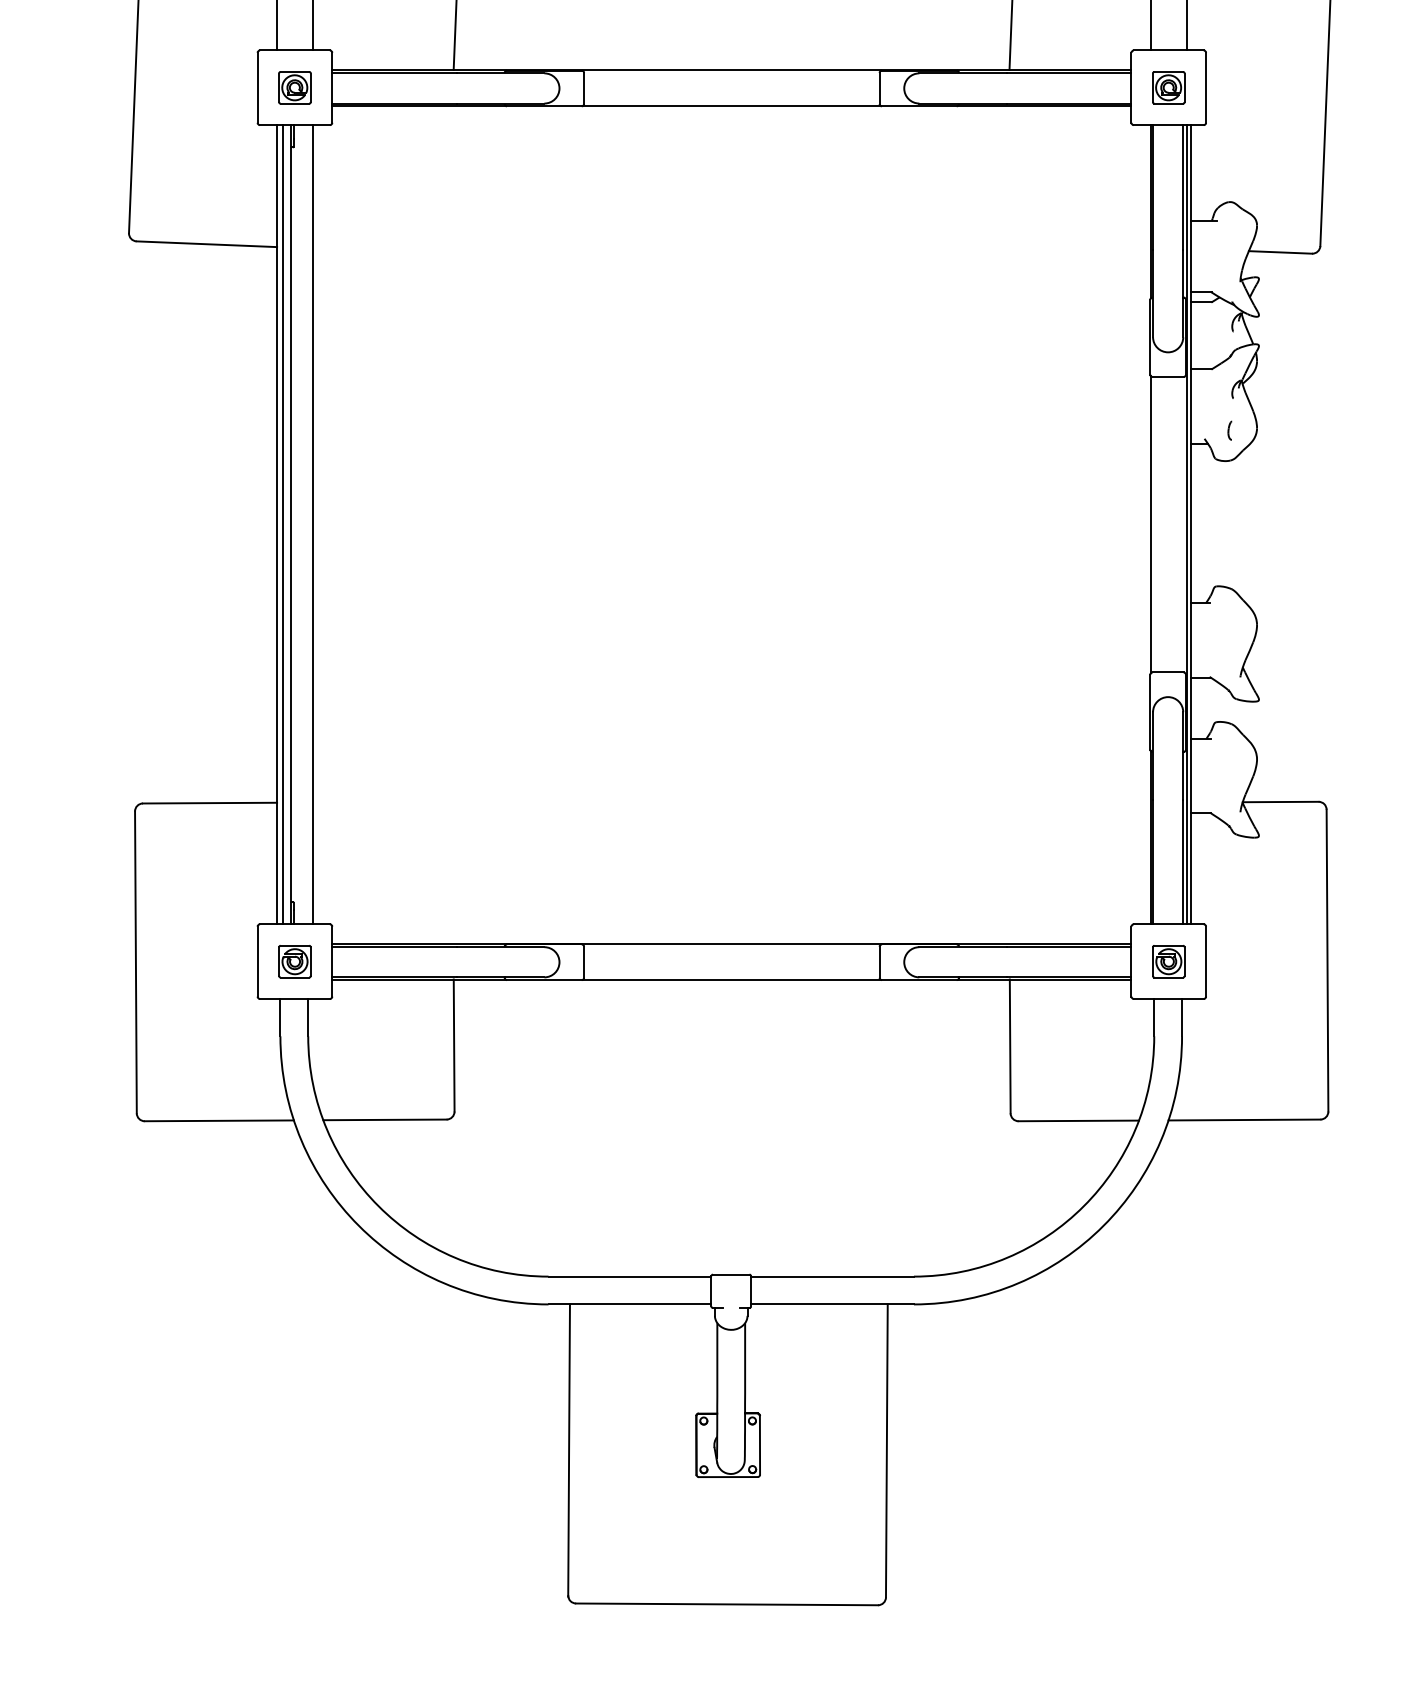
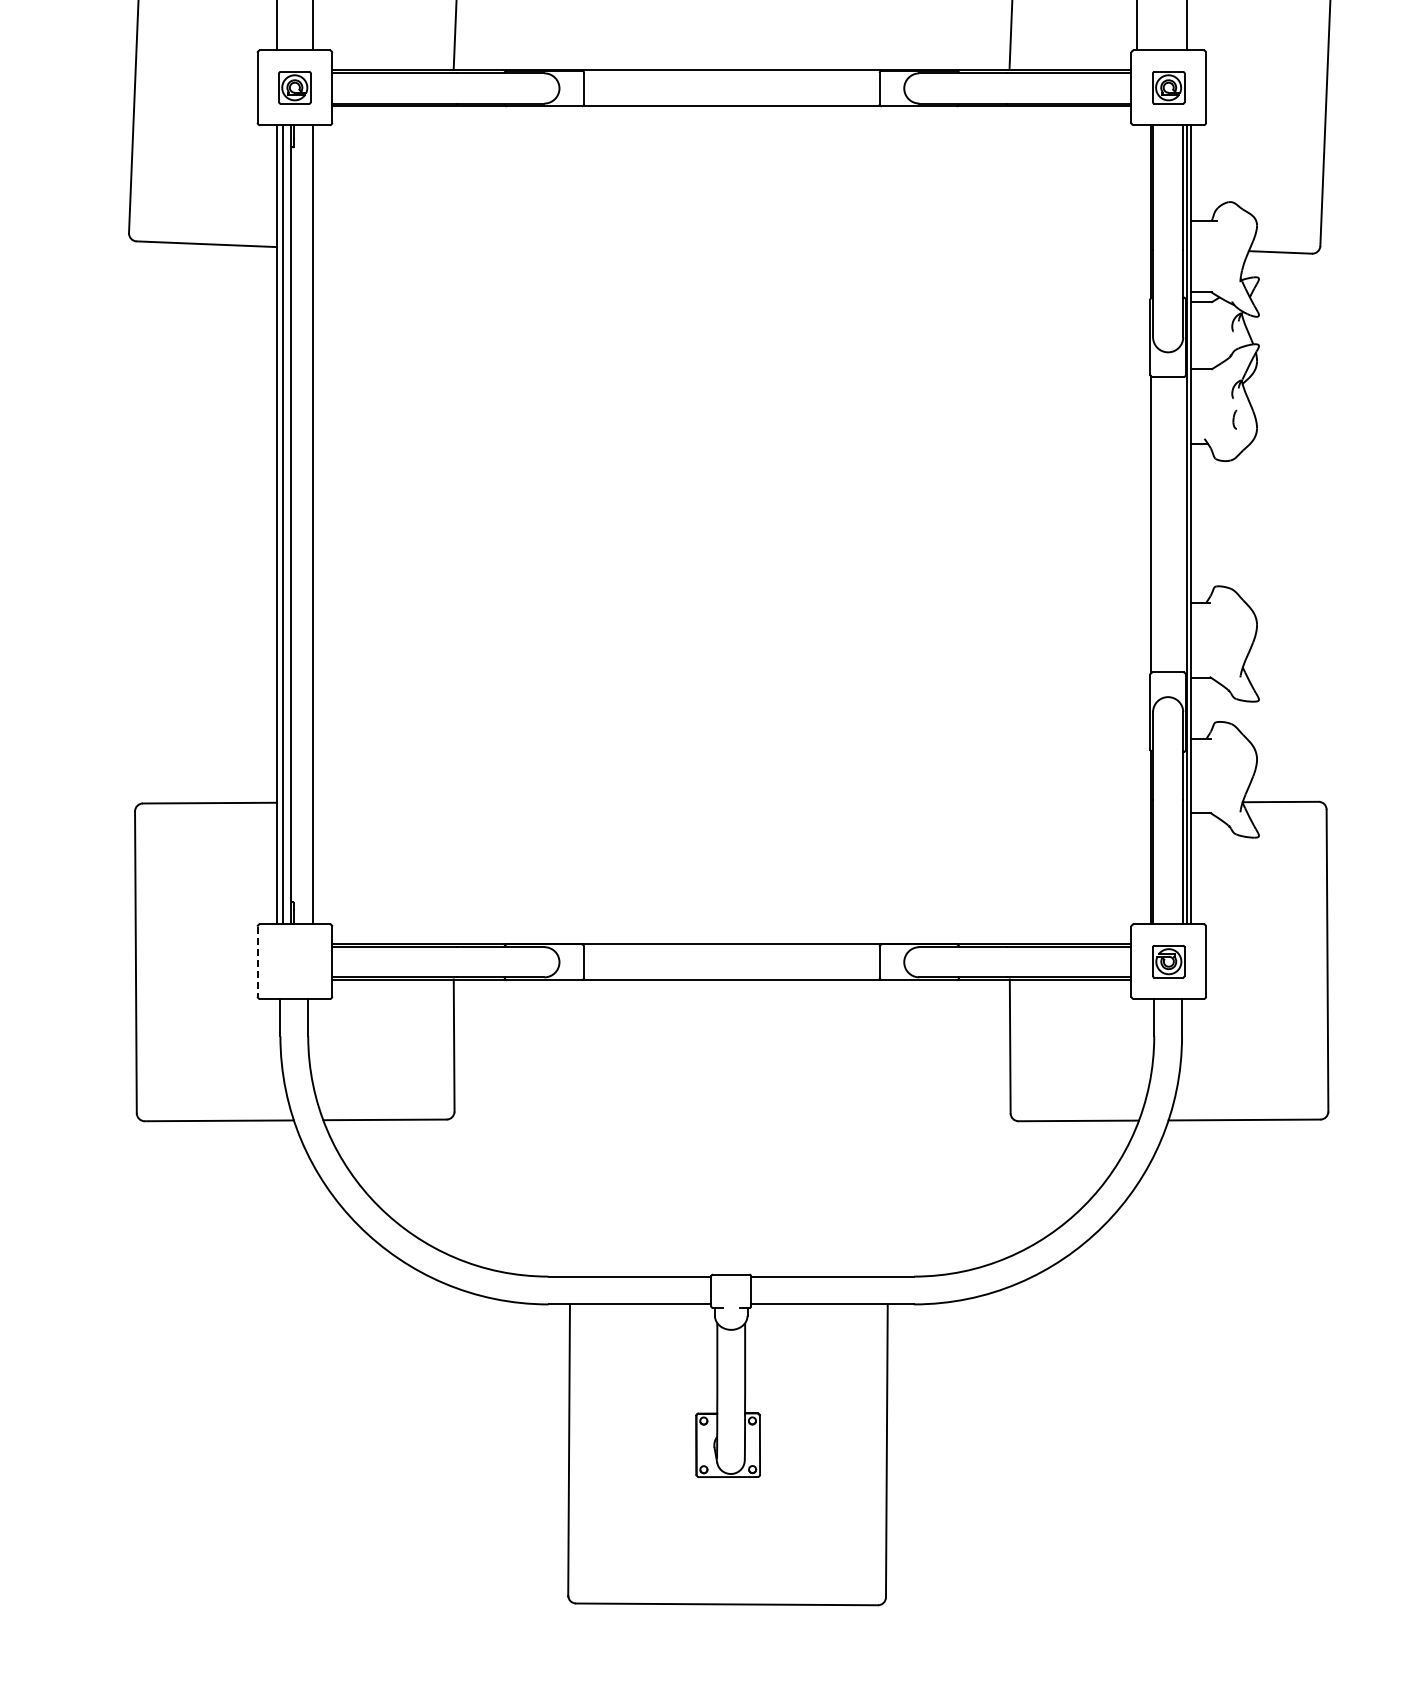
line at (1150, 26) position: (1150, 26) -> (1136, 26)
part at (1229, 430) position: (1229, 430) -> (1234, 419)
line at (257, 961): solid -> dashed
part at (294, 961): present -> none
